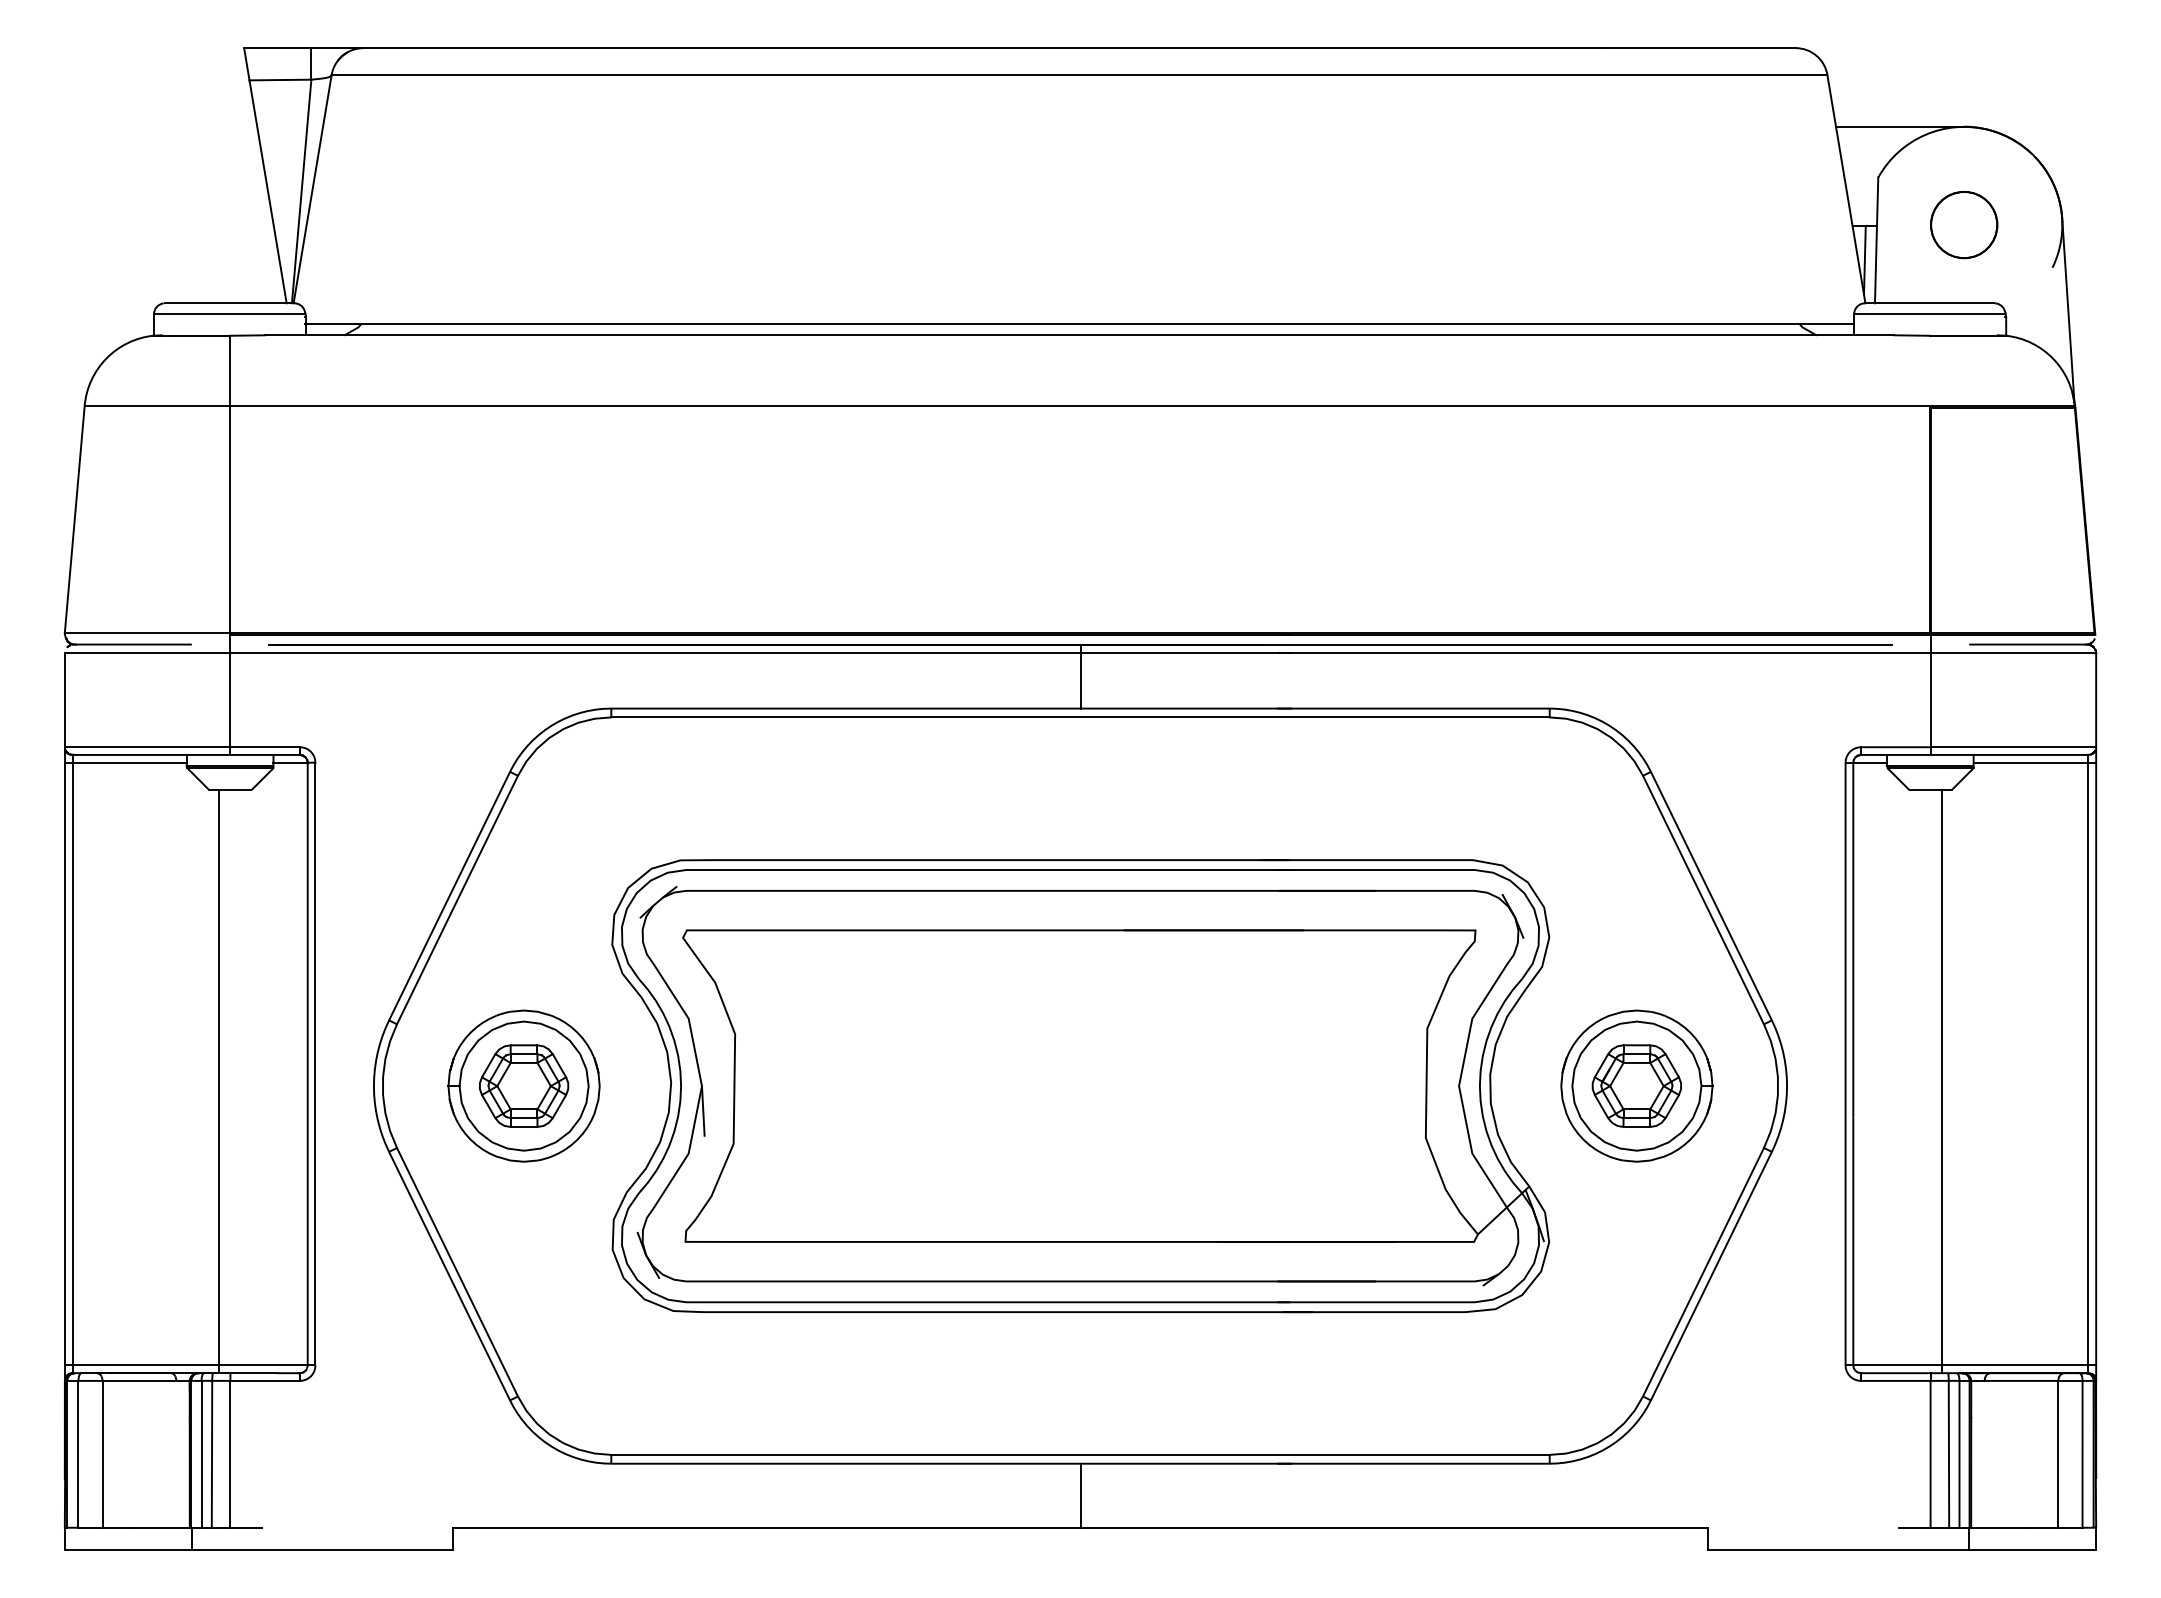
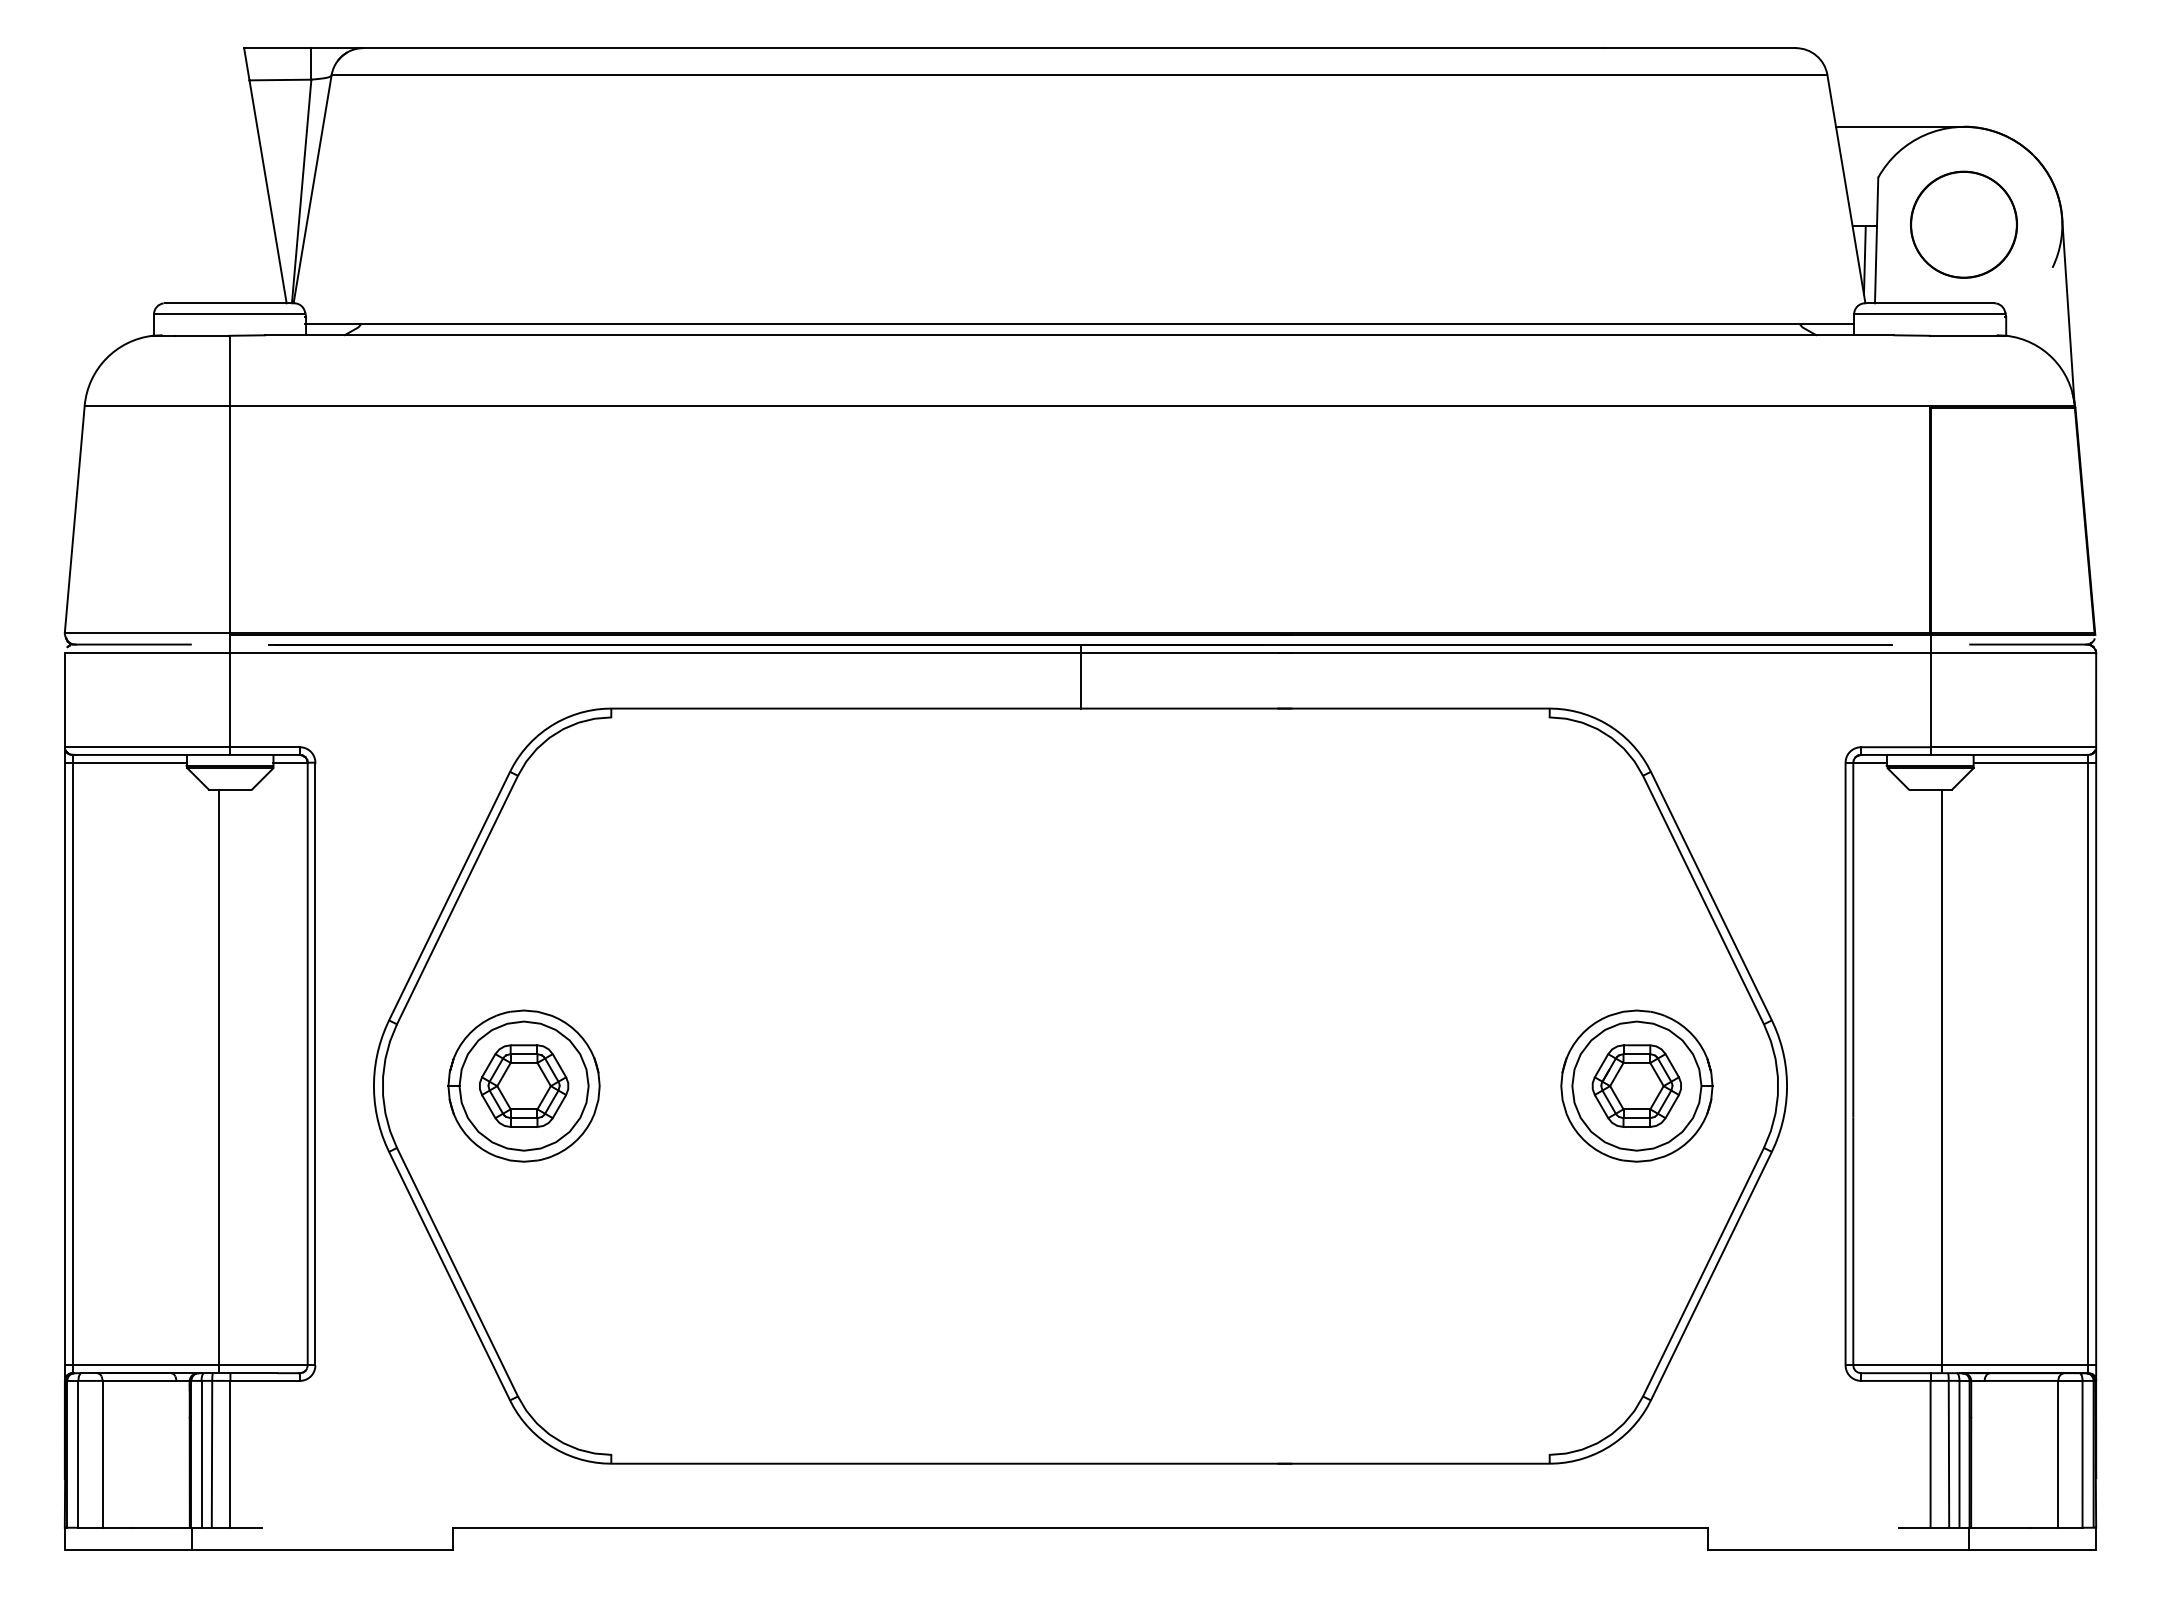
part at (1964, 225) size: 69x69 px -> 108x109 px
line at (1080, 717): present -> none
part at (1080, 1086): present -> none
line at (1080, 1454): present -> none
line at (1080, 1495): present -> none
